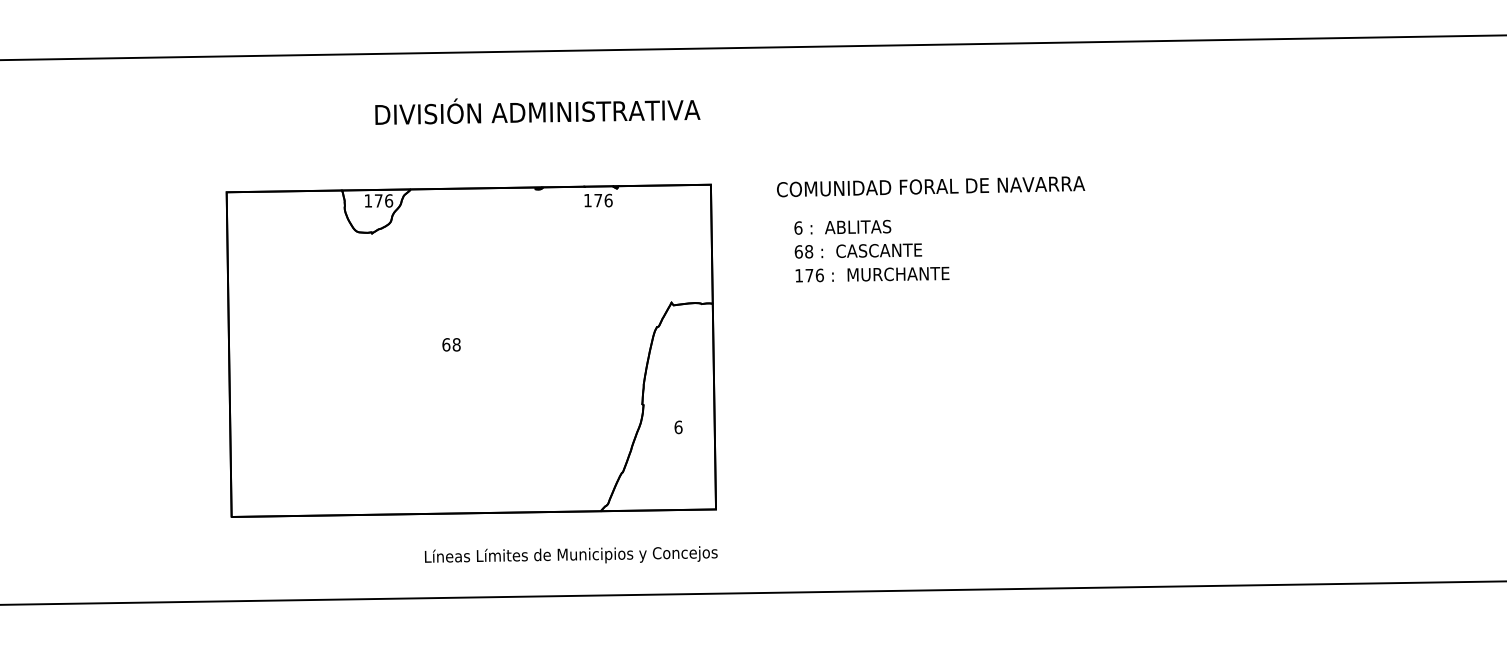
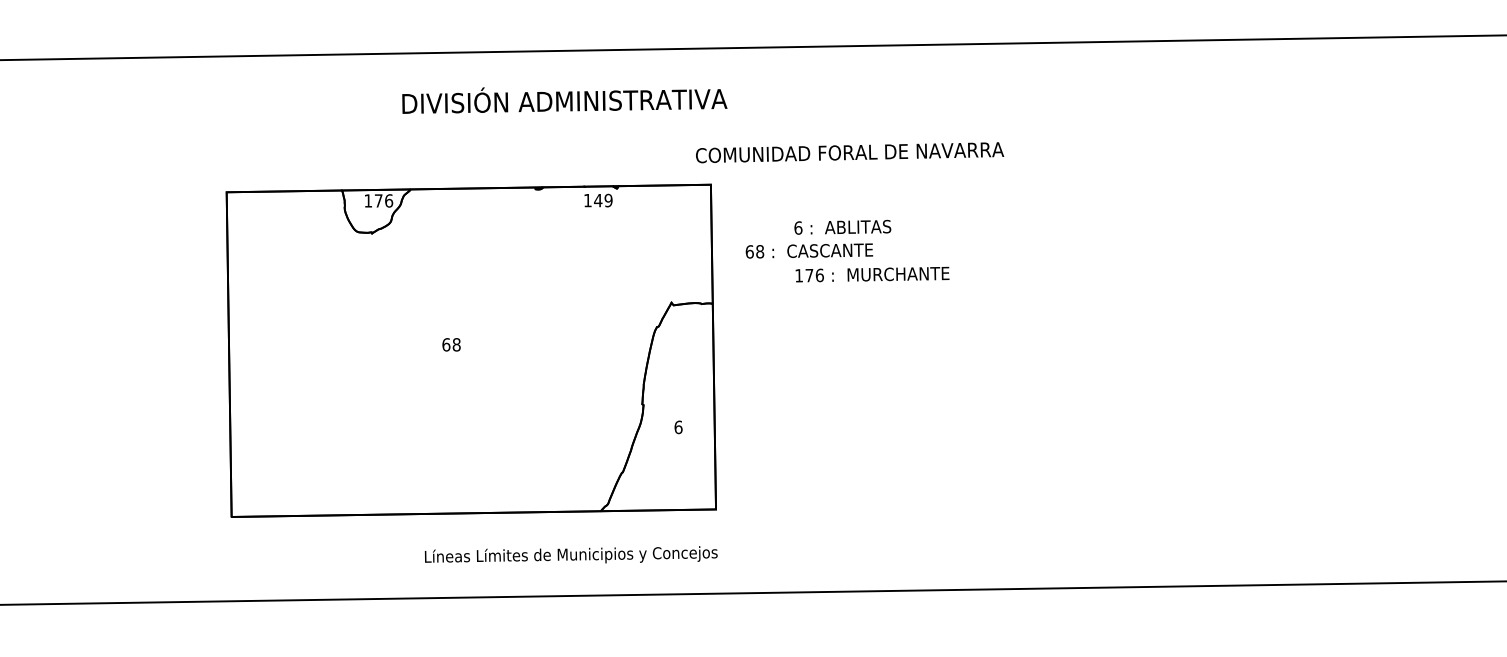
text at (537, 111) position: (537, 111) -> (564, 100)
text at (931, 186) position: (931, 186) -> (850, 152)
text at (603, 200): 176 -> 149
text at (858, 250) position: (858, 250) -> (809, 250)
